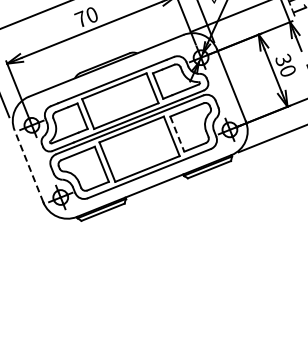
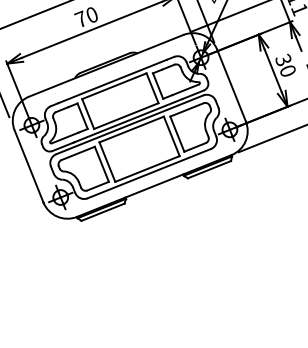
line at (177, 134): dashed -> solid
line at (29, 166): dashed -> solid
